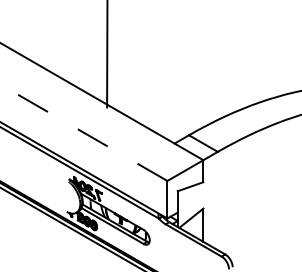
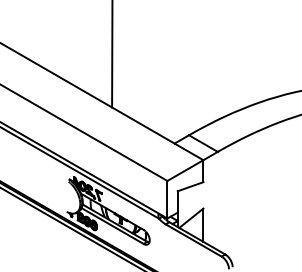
line at (107, 54) position: (107, 54) -> (112, 54)
line at (83, 132): dashed -> solid
